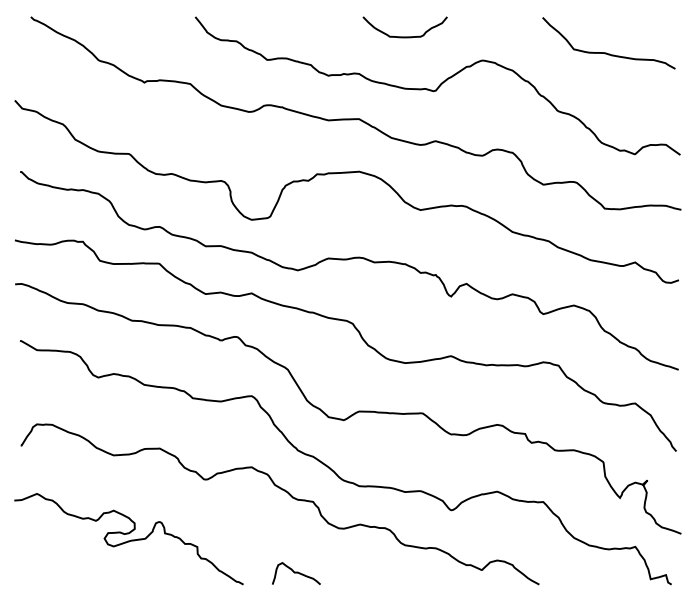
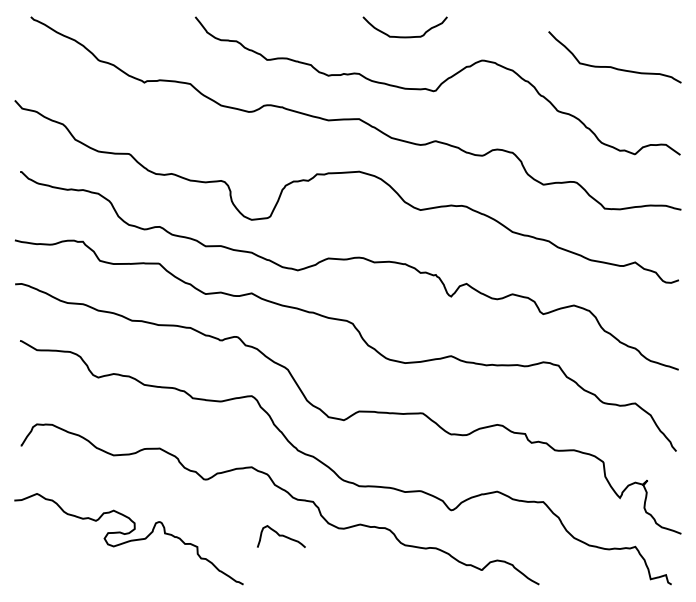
curve at (606, 52) position: (606, 52) -> (612, 66)
curve at (296, 573) position: (296, 573) -> (281, 536)
